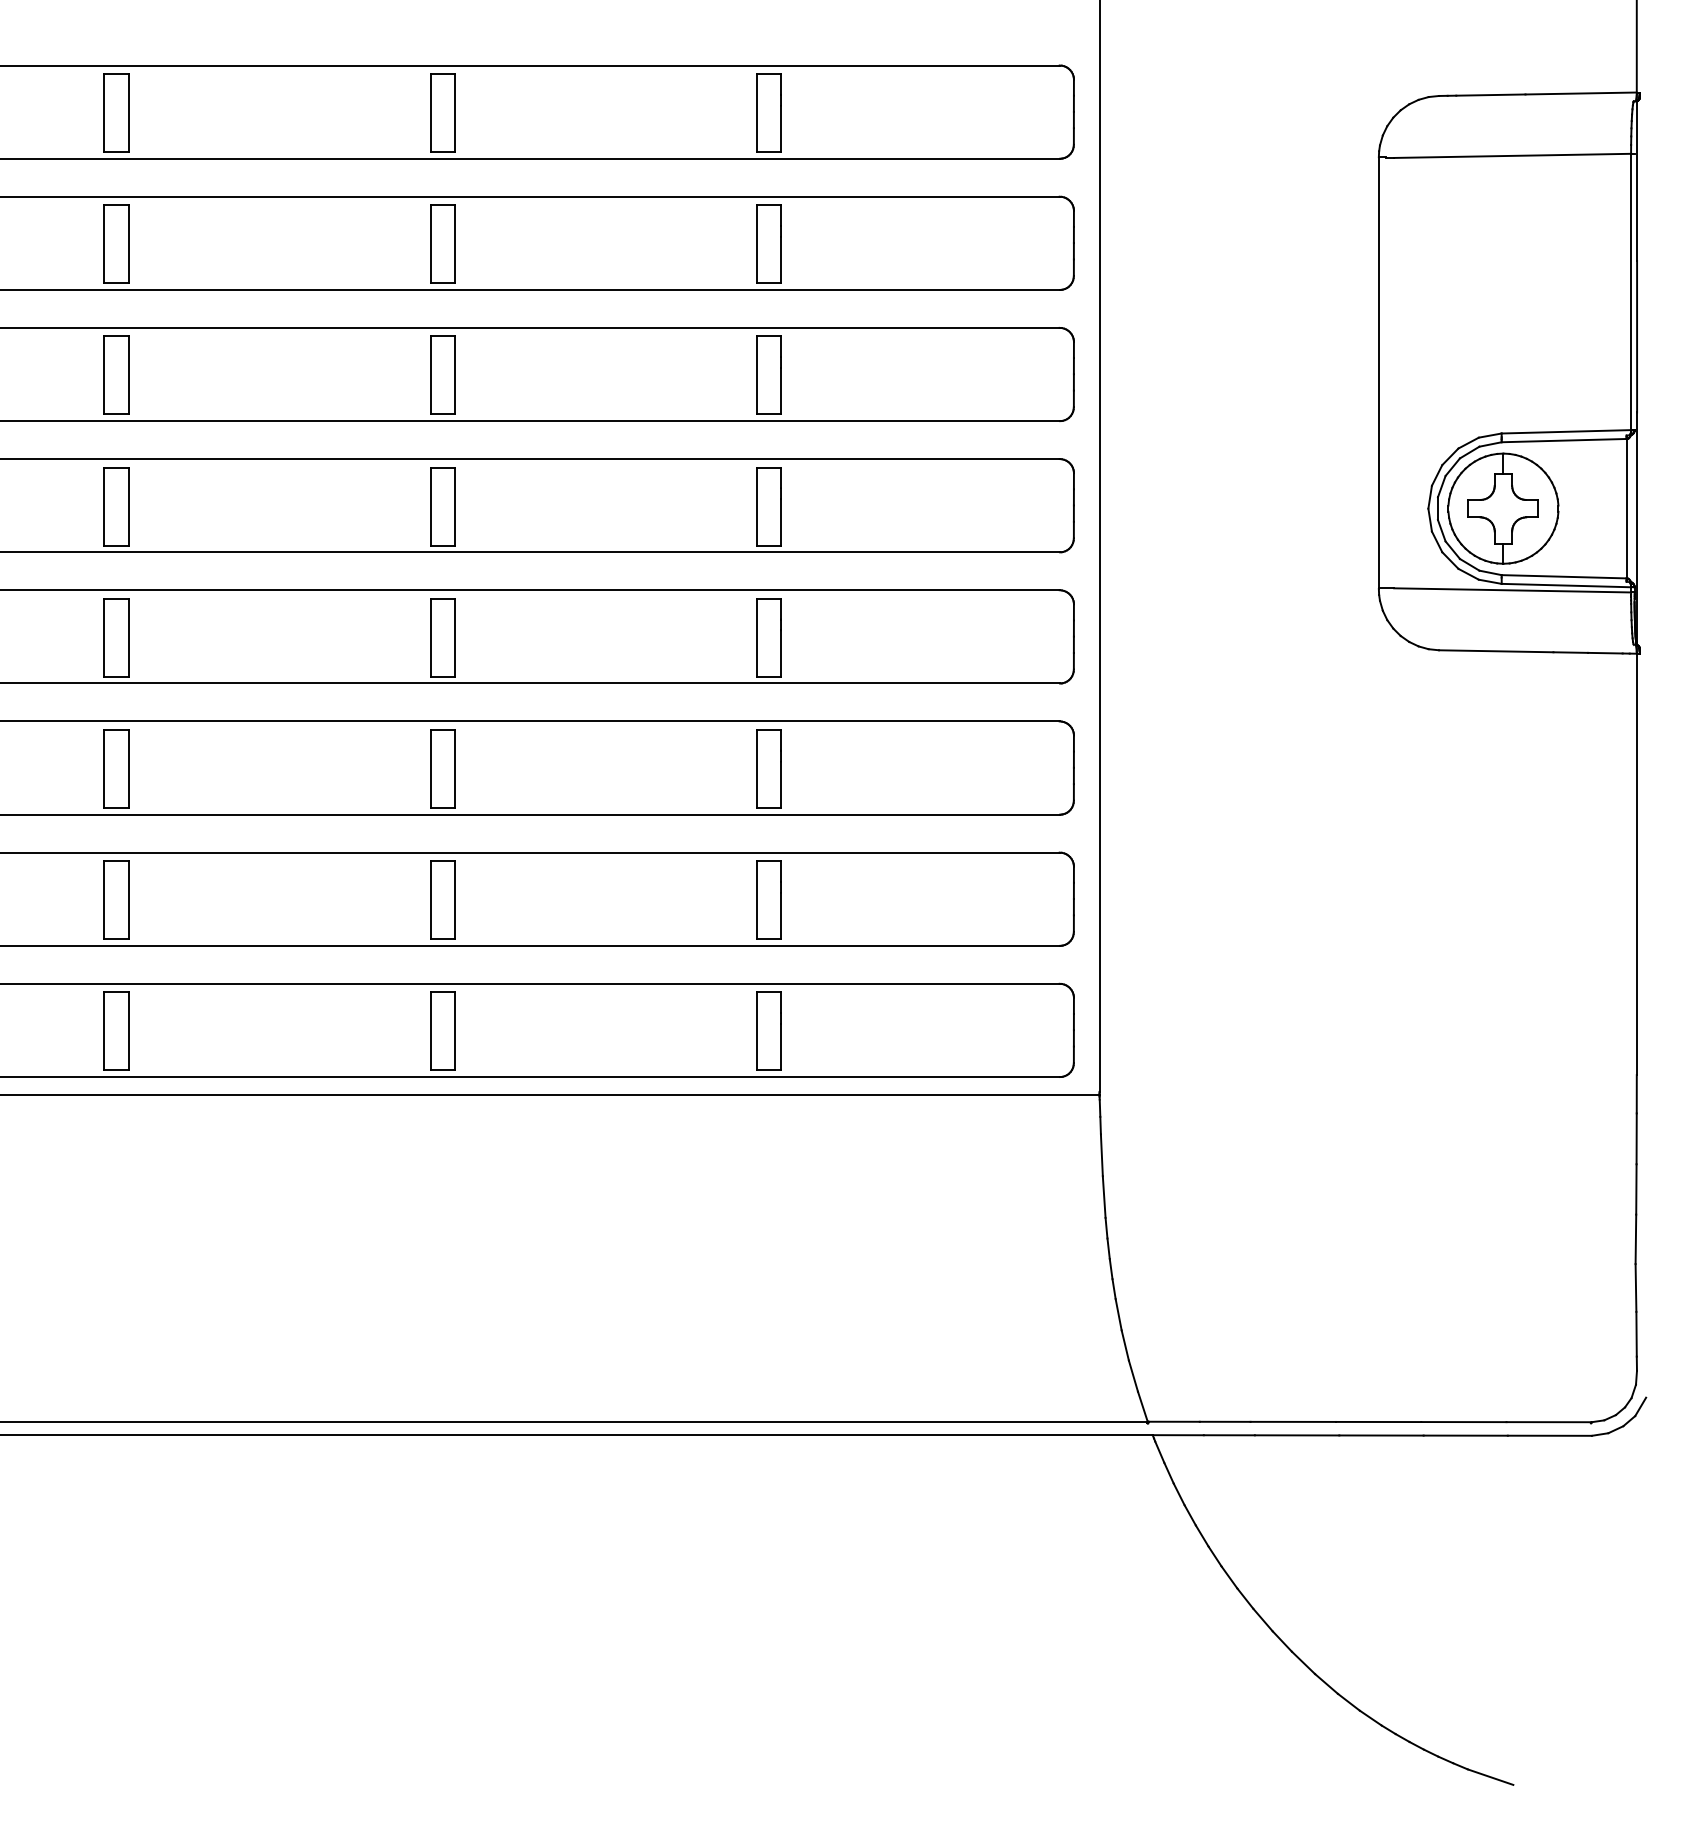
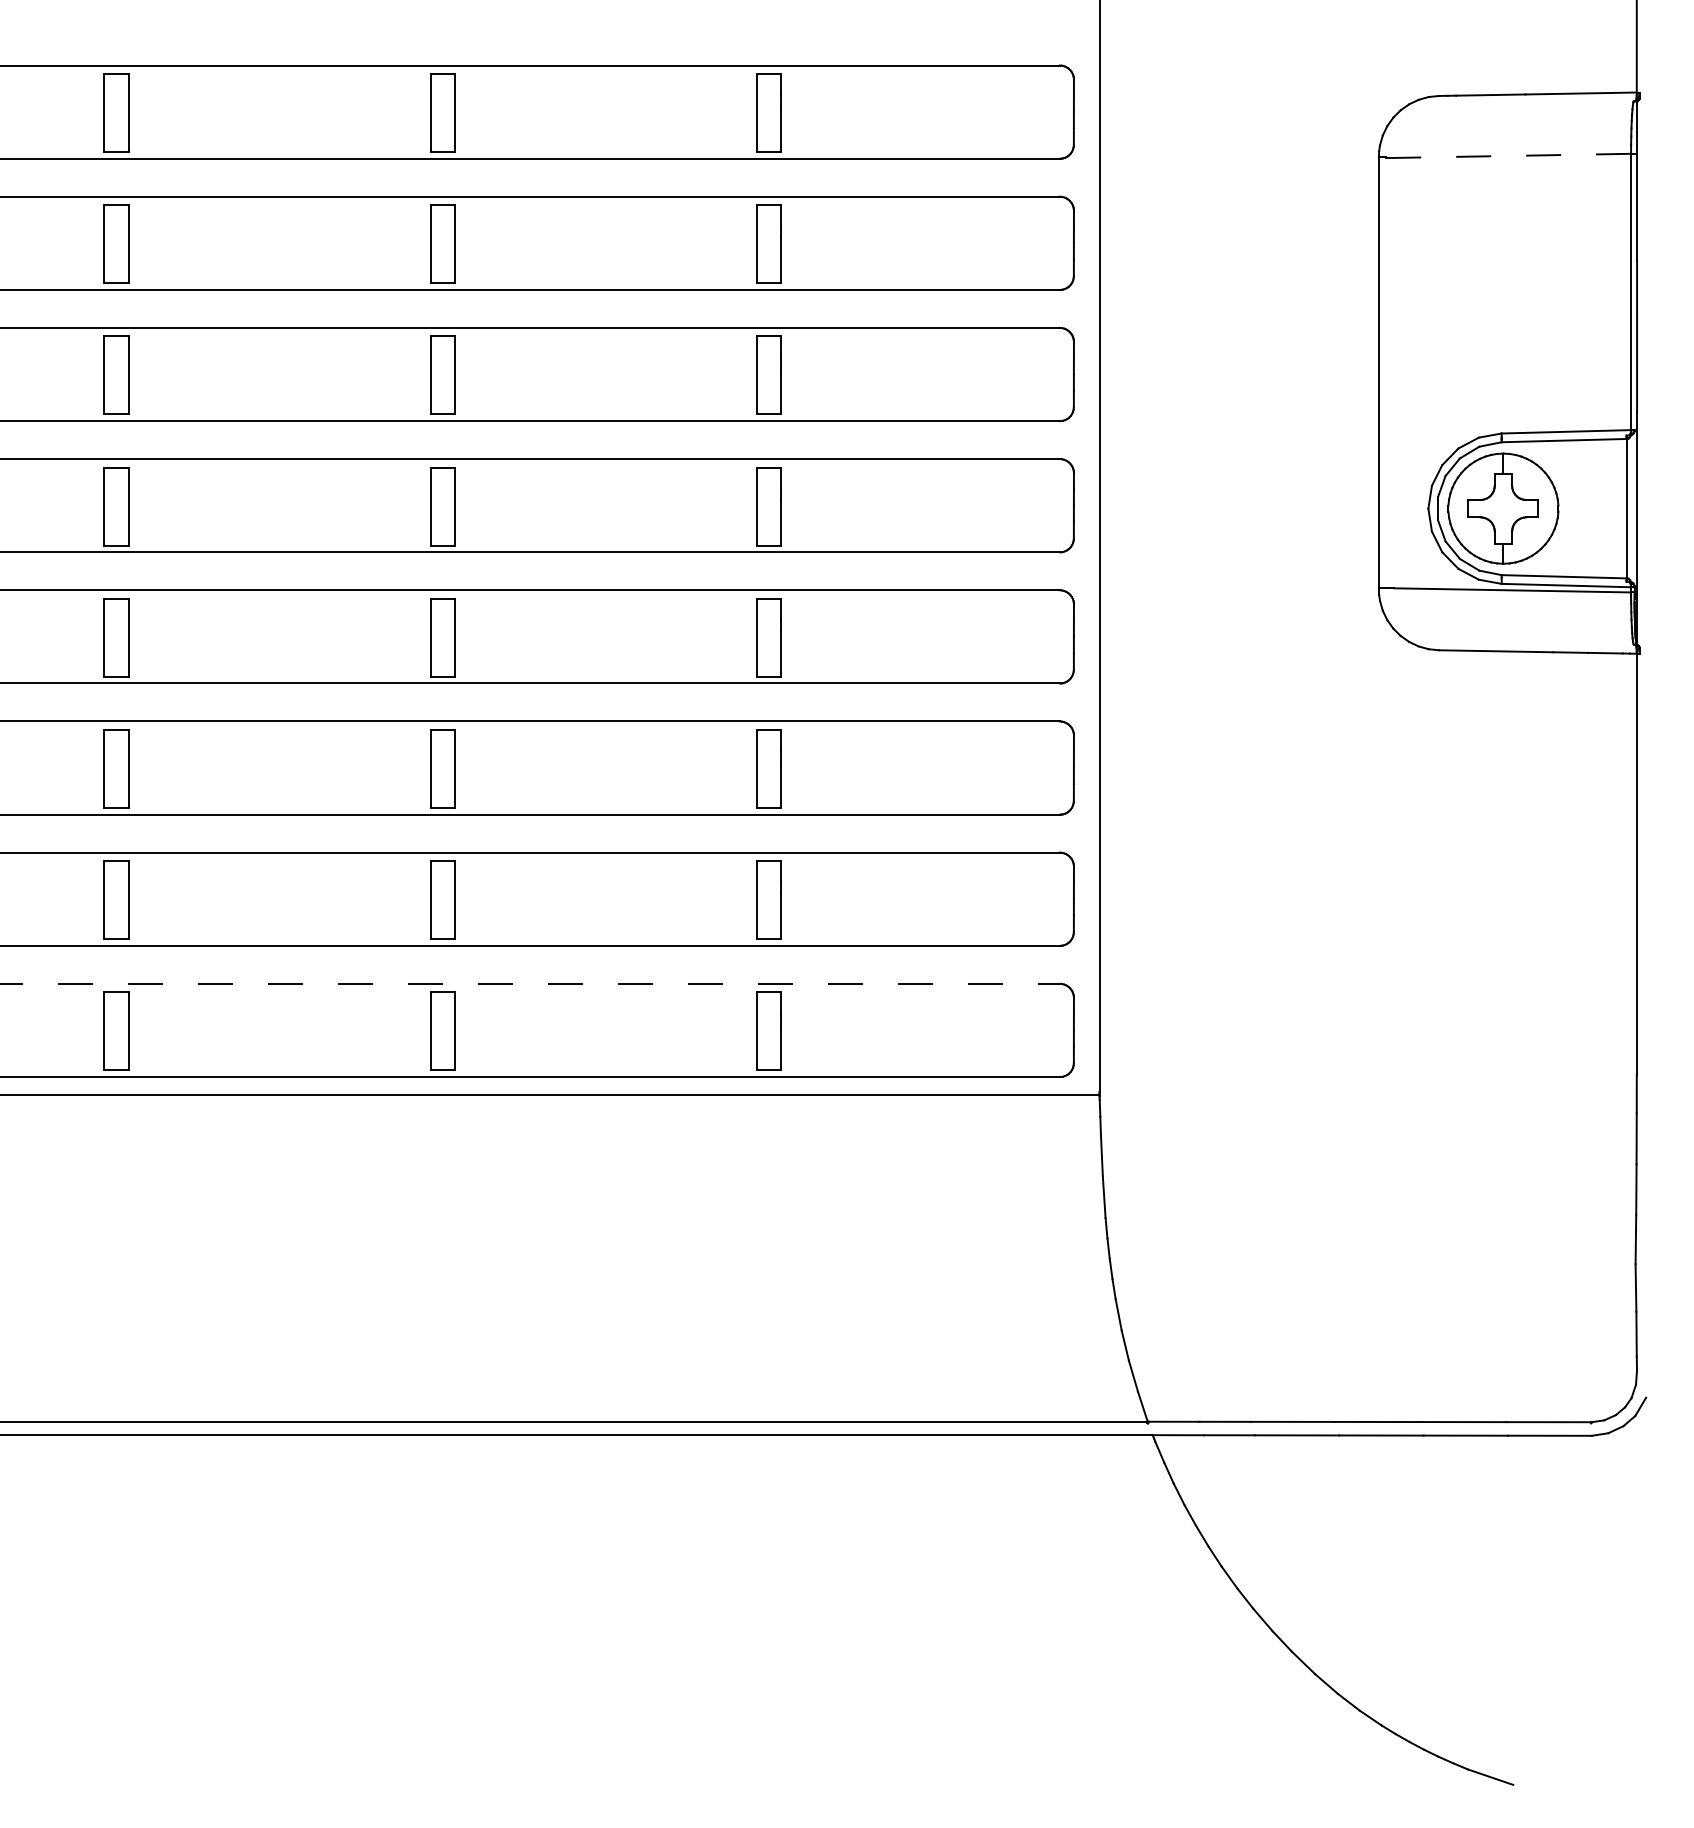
line at (1512, 155): solid -> dashed
line at (530, 983): solid -> dashed
